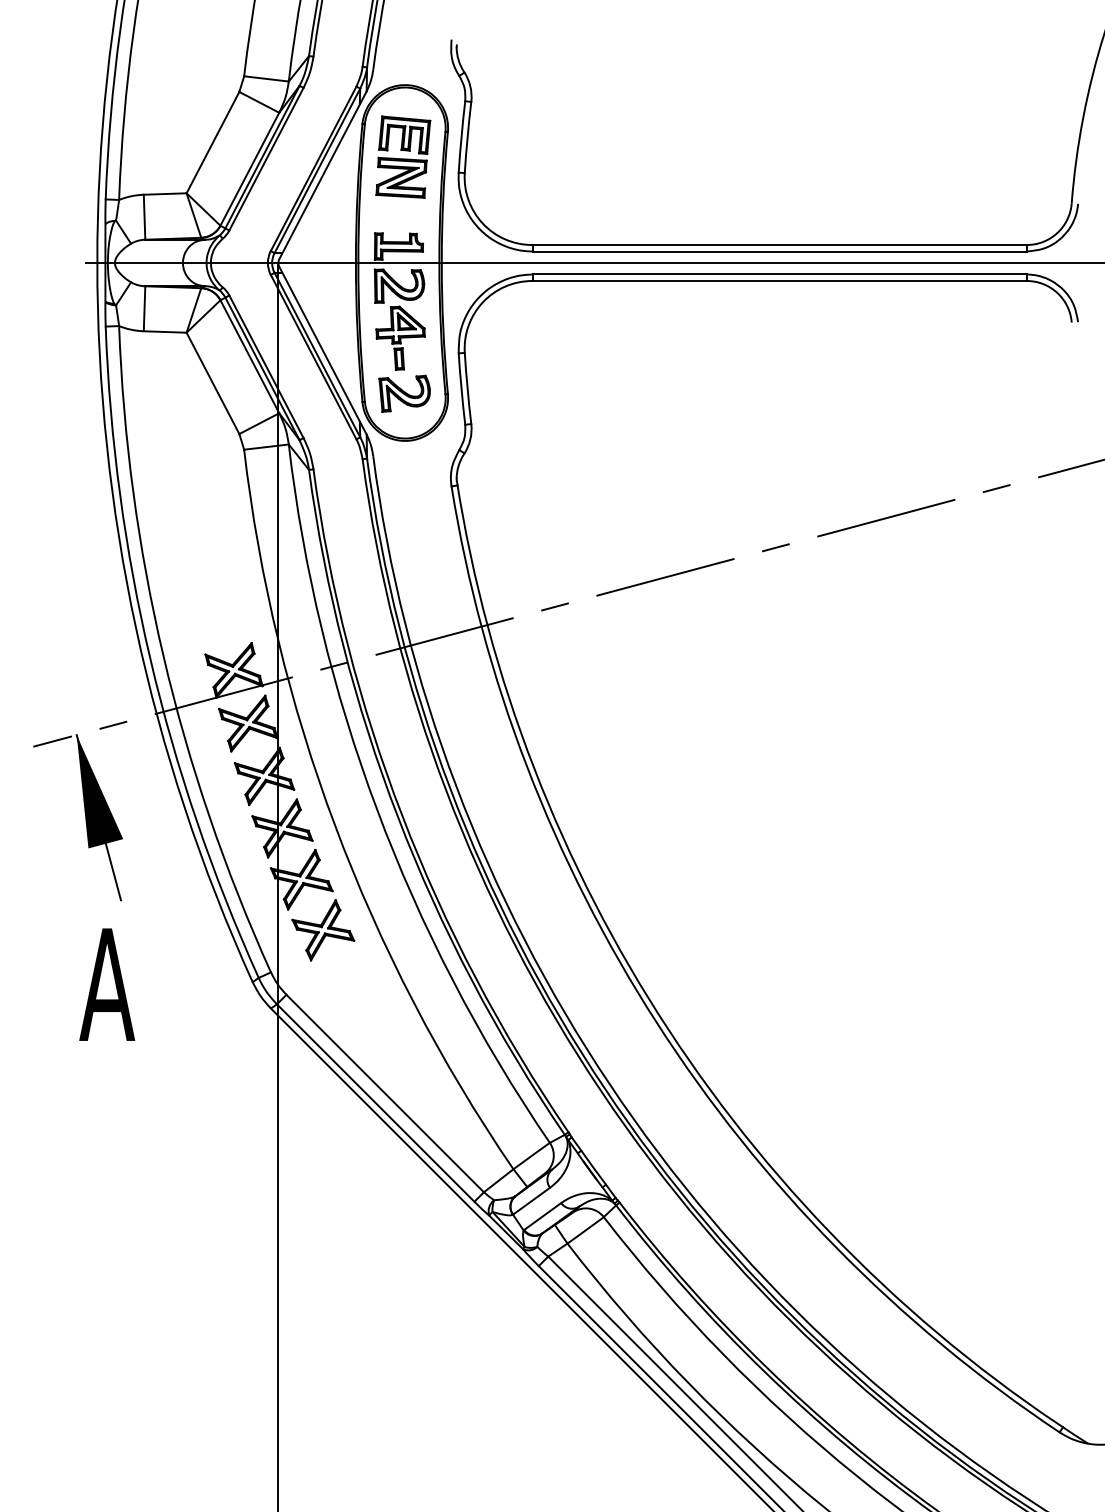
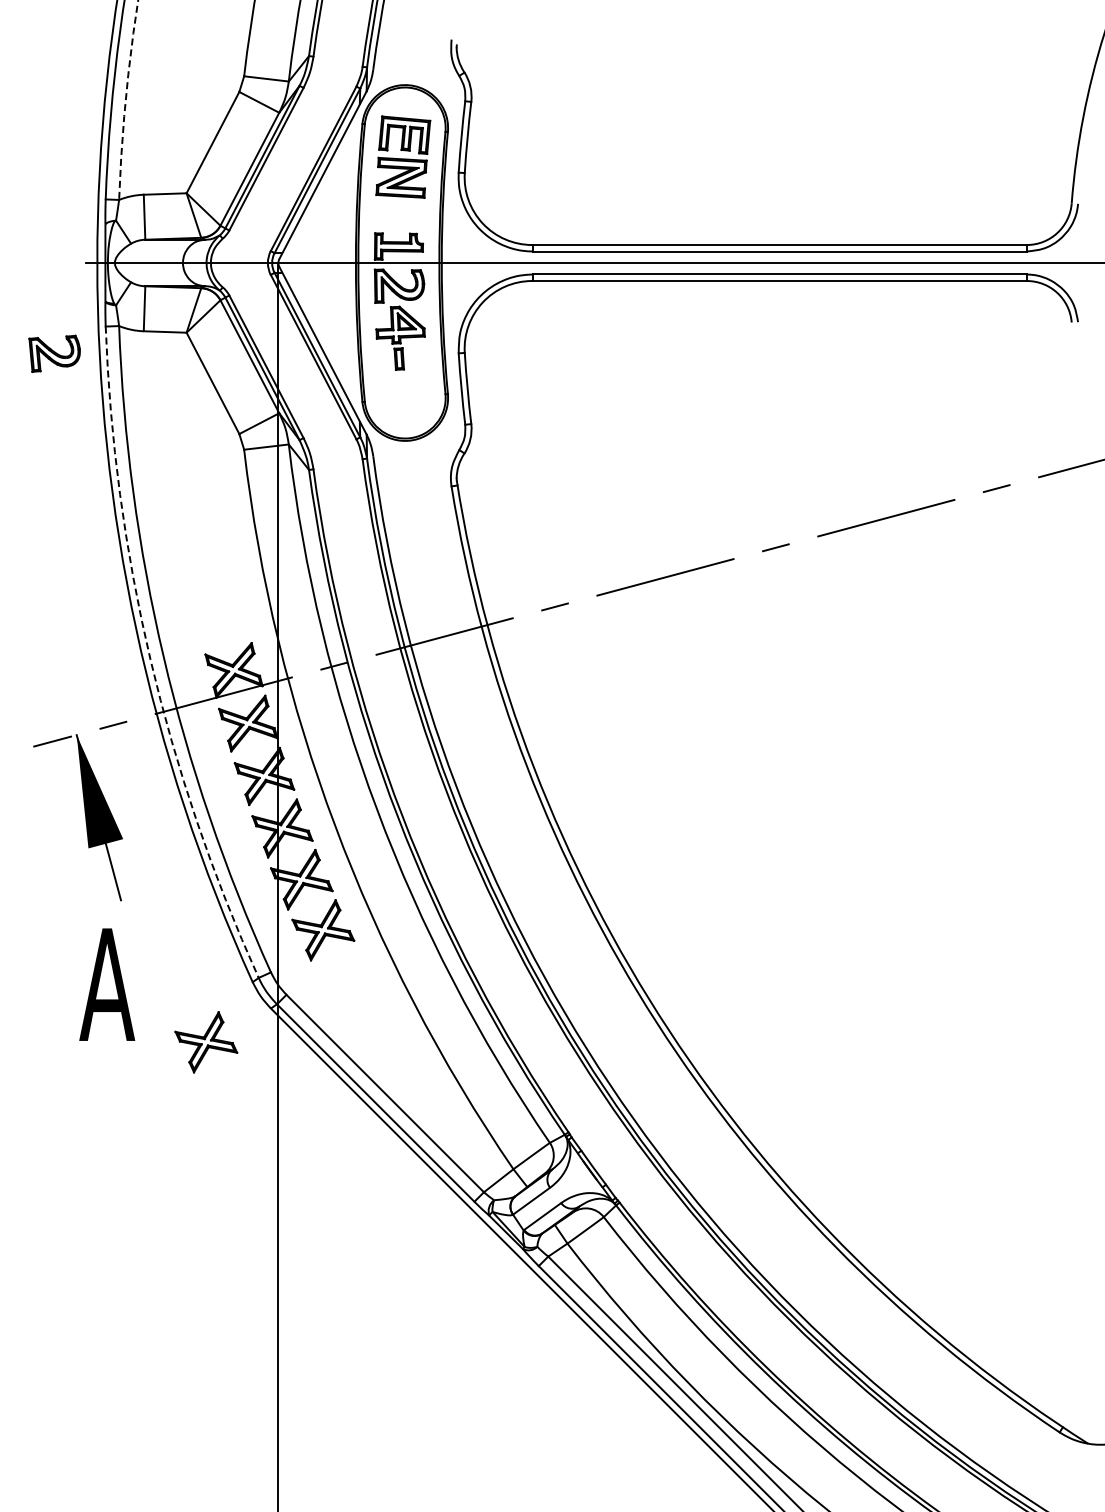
arc at (125, 100): solid -> dashed
part at (404, 393) position: (404, 393) -> (54, 353)
arc at (150, 659): solid -> dashed
part at (206, 1042): none -> present
